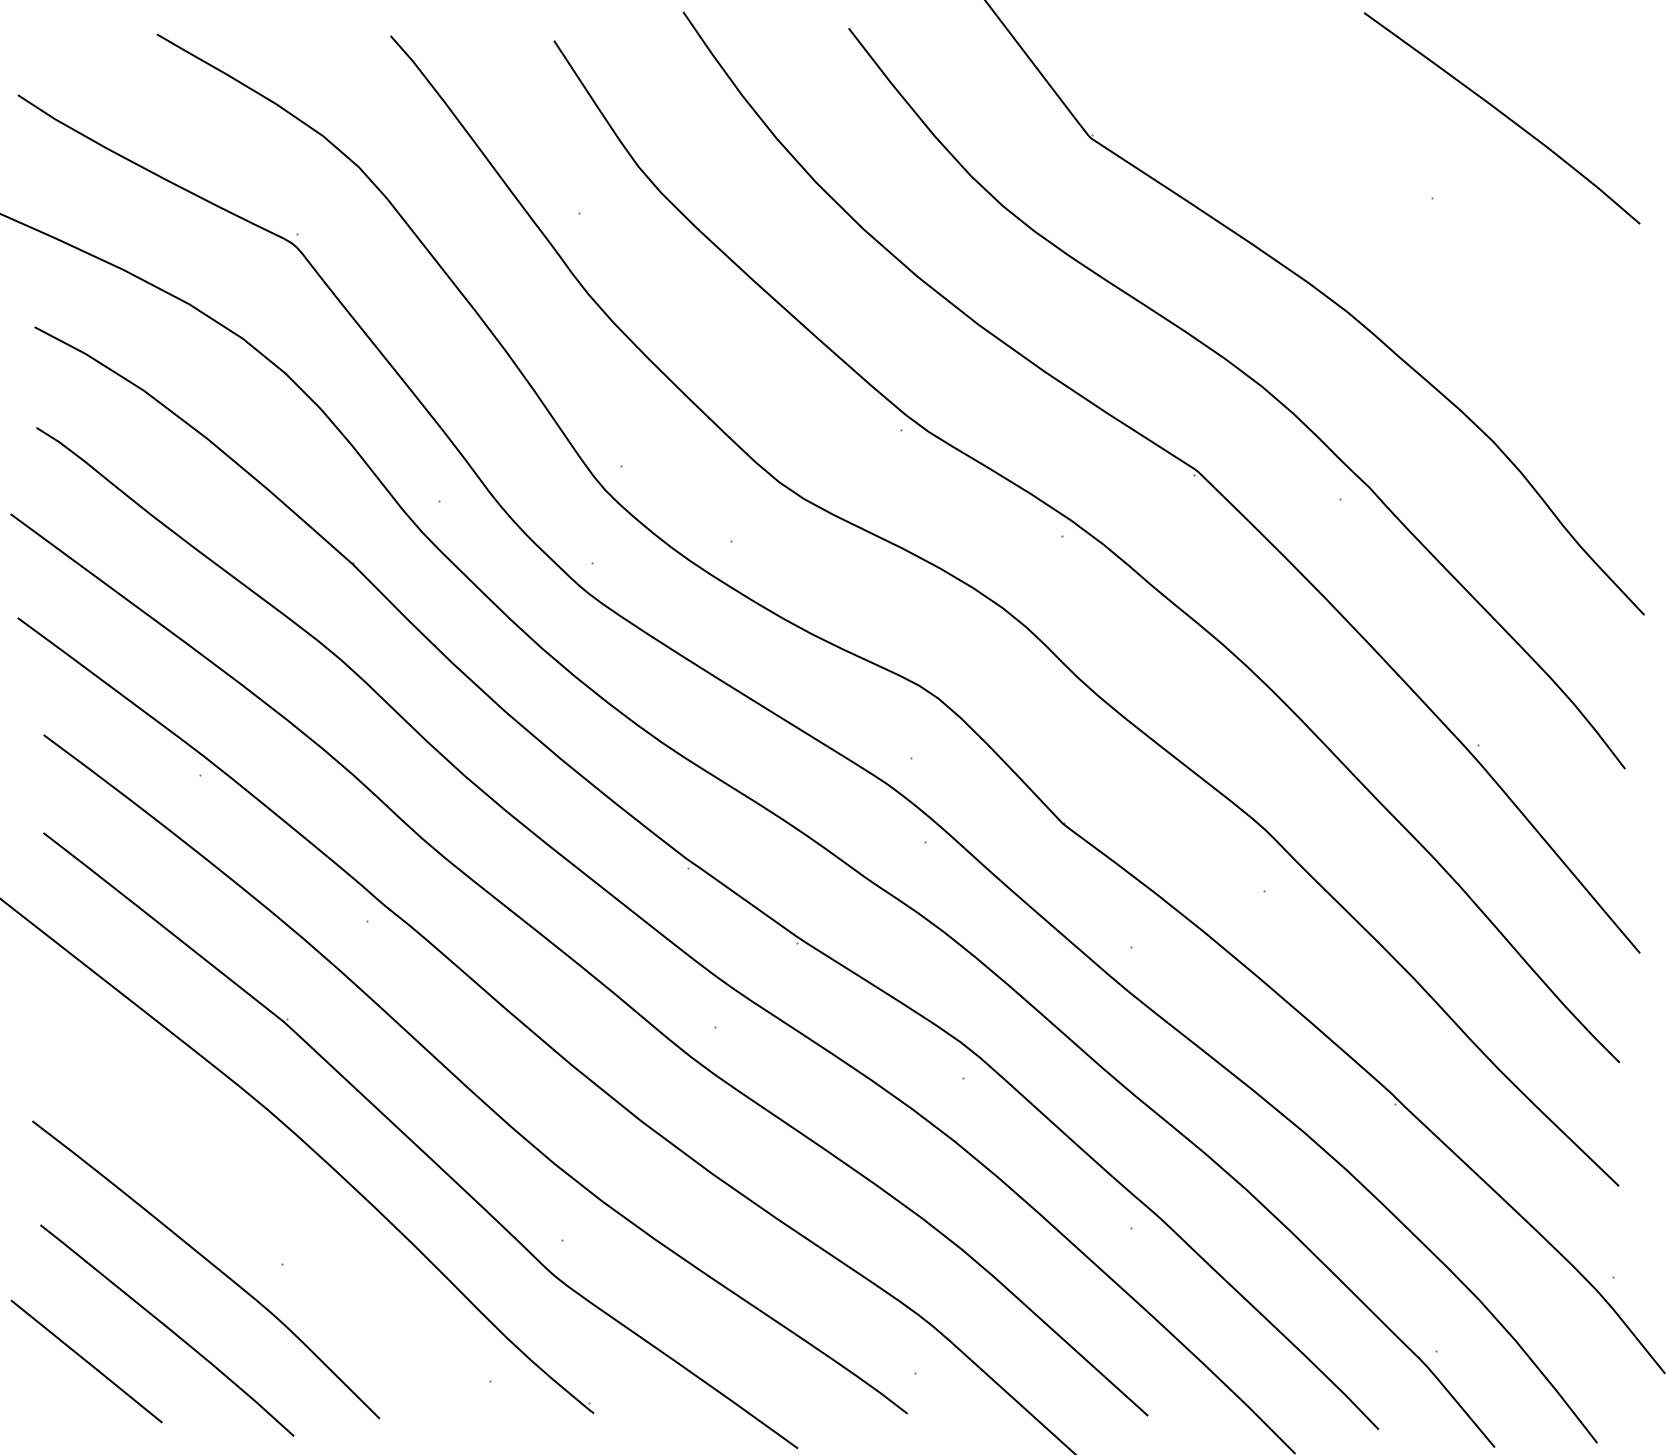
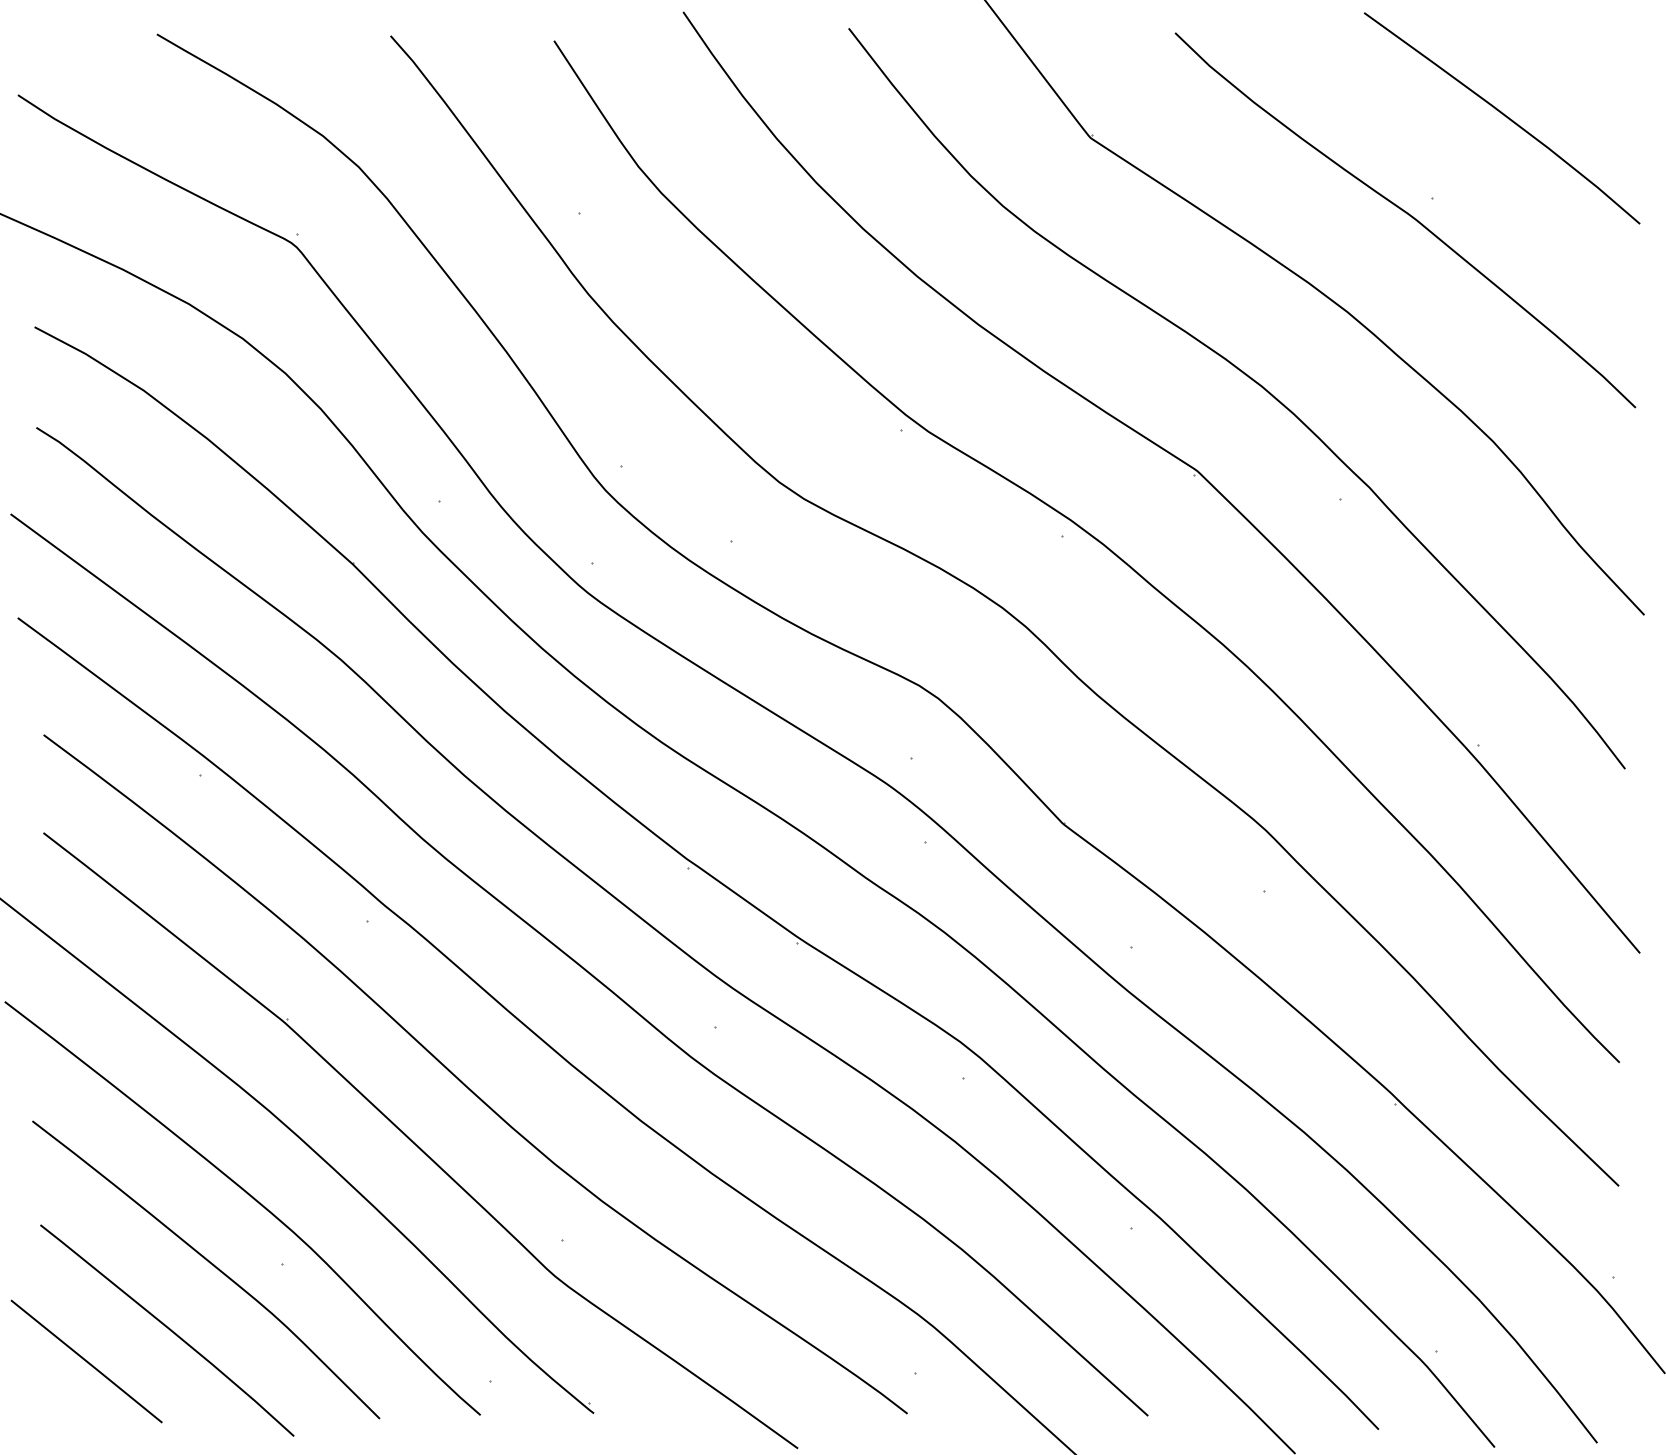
curve at (1409, 216): none -> present
curve at (252, 1198): none -> present
